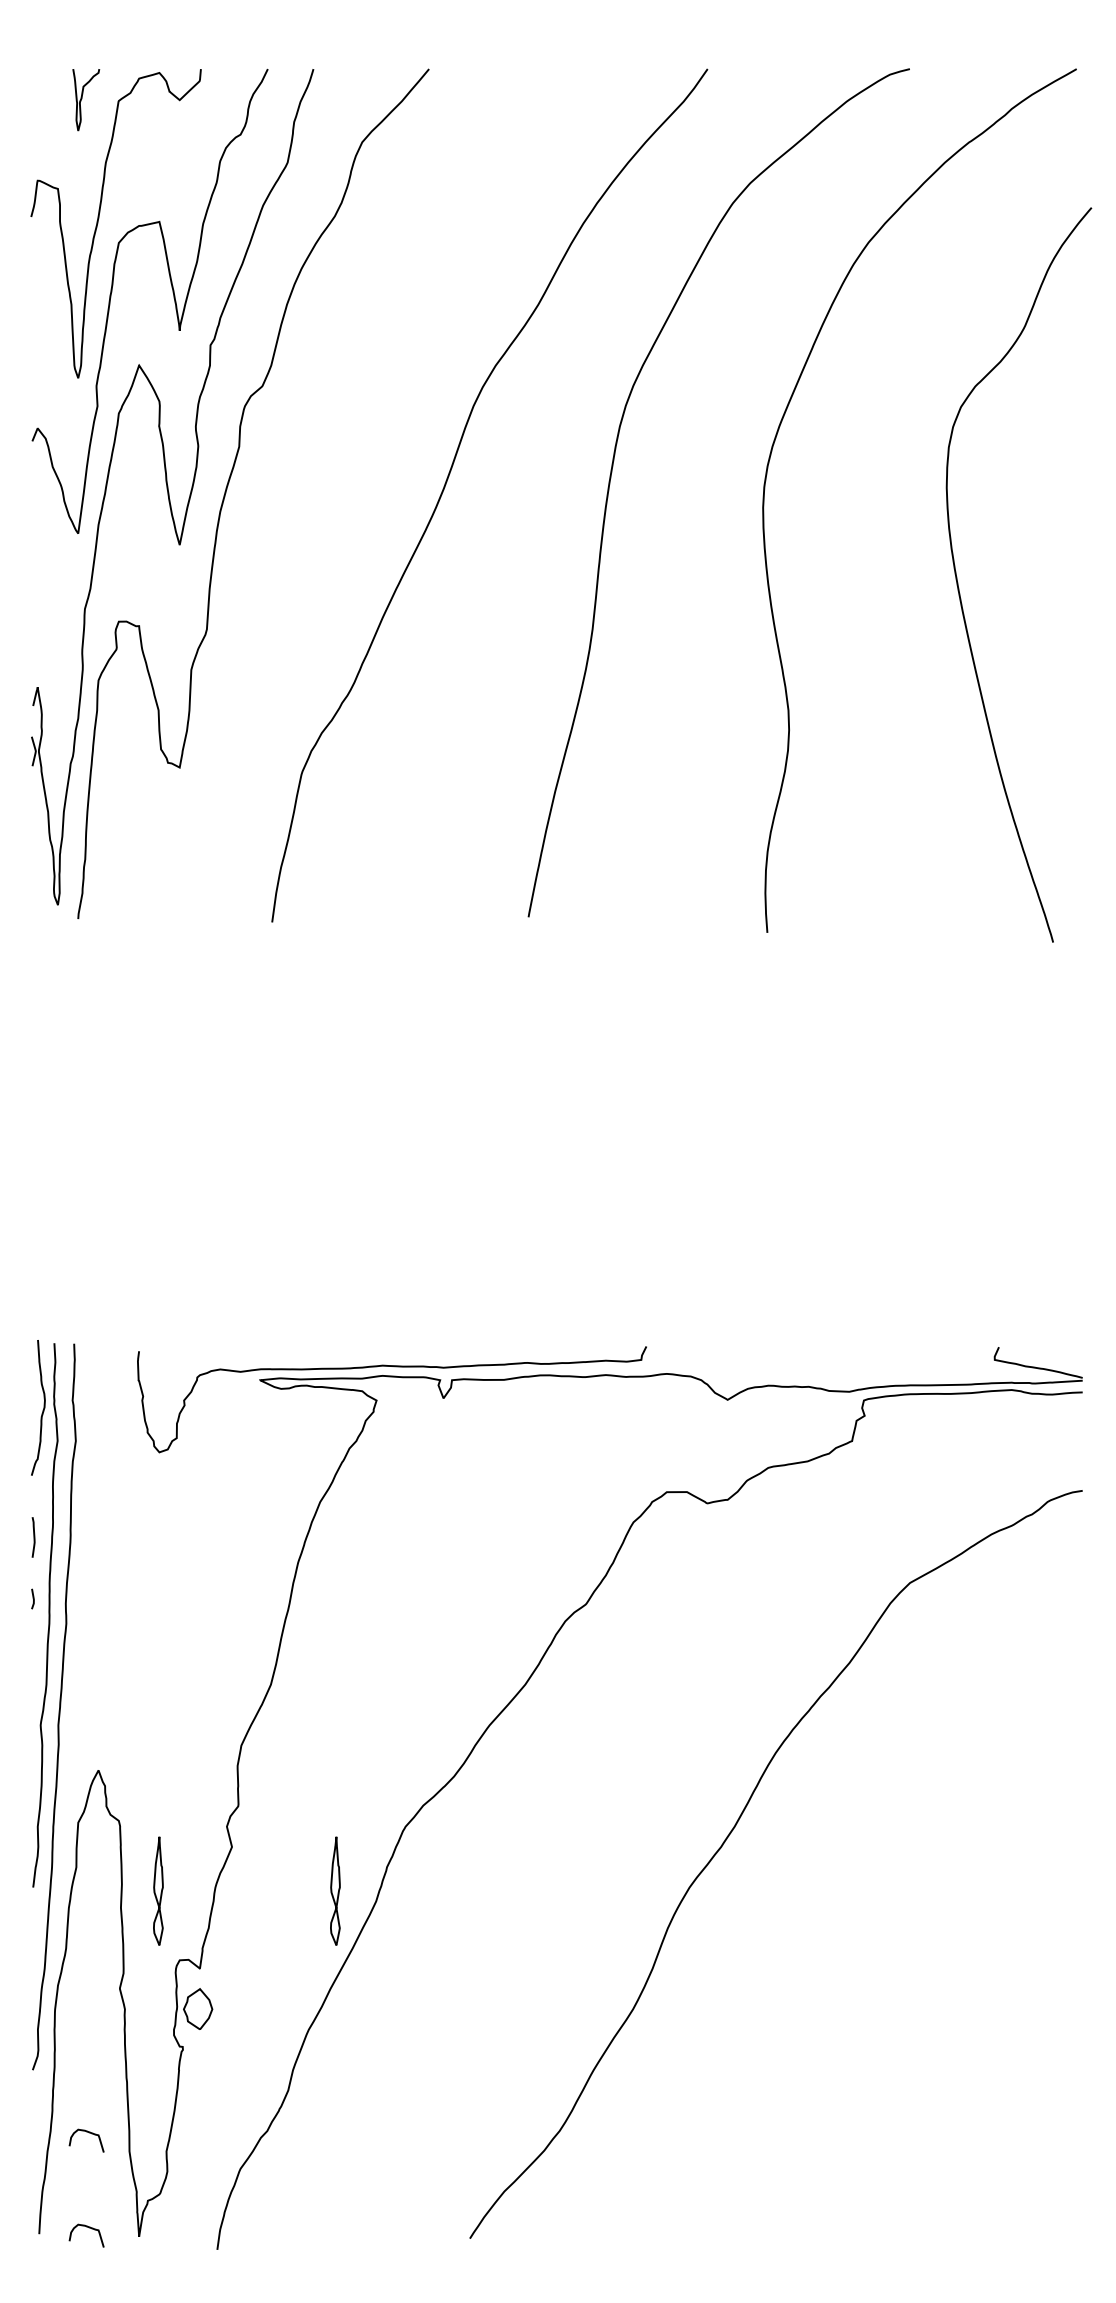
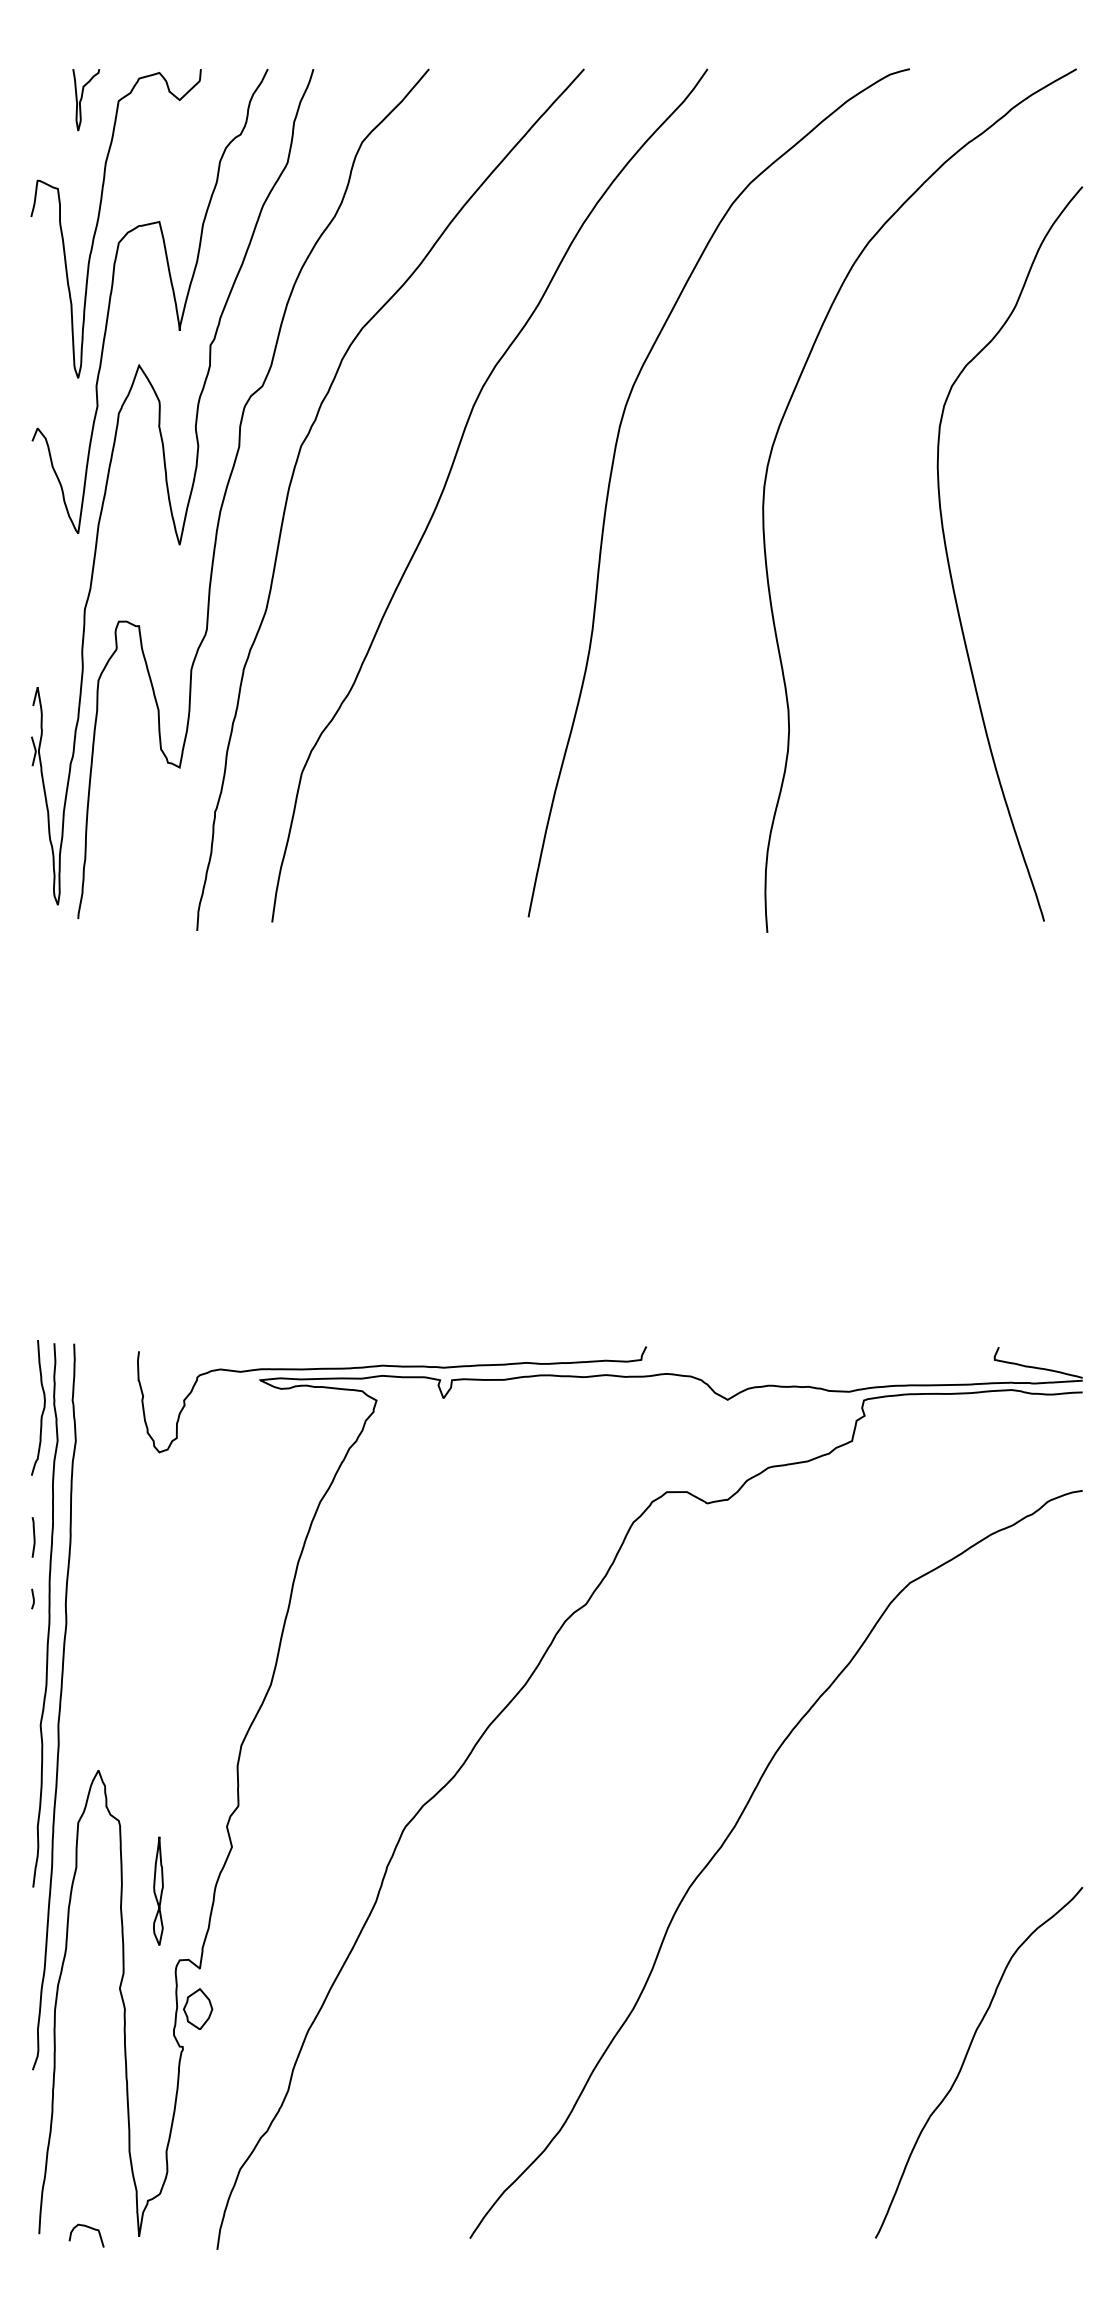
curve at (294, 473): none -> present
curve at (958, 582) position: (958, 582) -> (949, 561)
part at (335, 1890): present -> none
curve at (967, 2055): none -> present
curve at (89, 2133): present -> none
